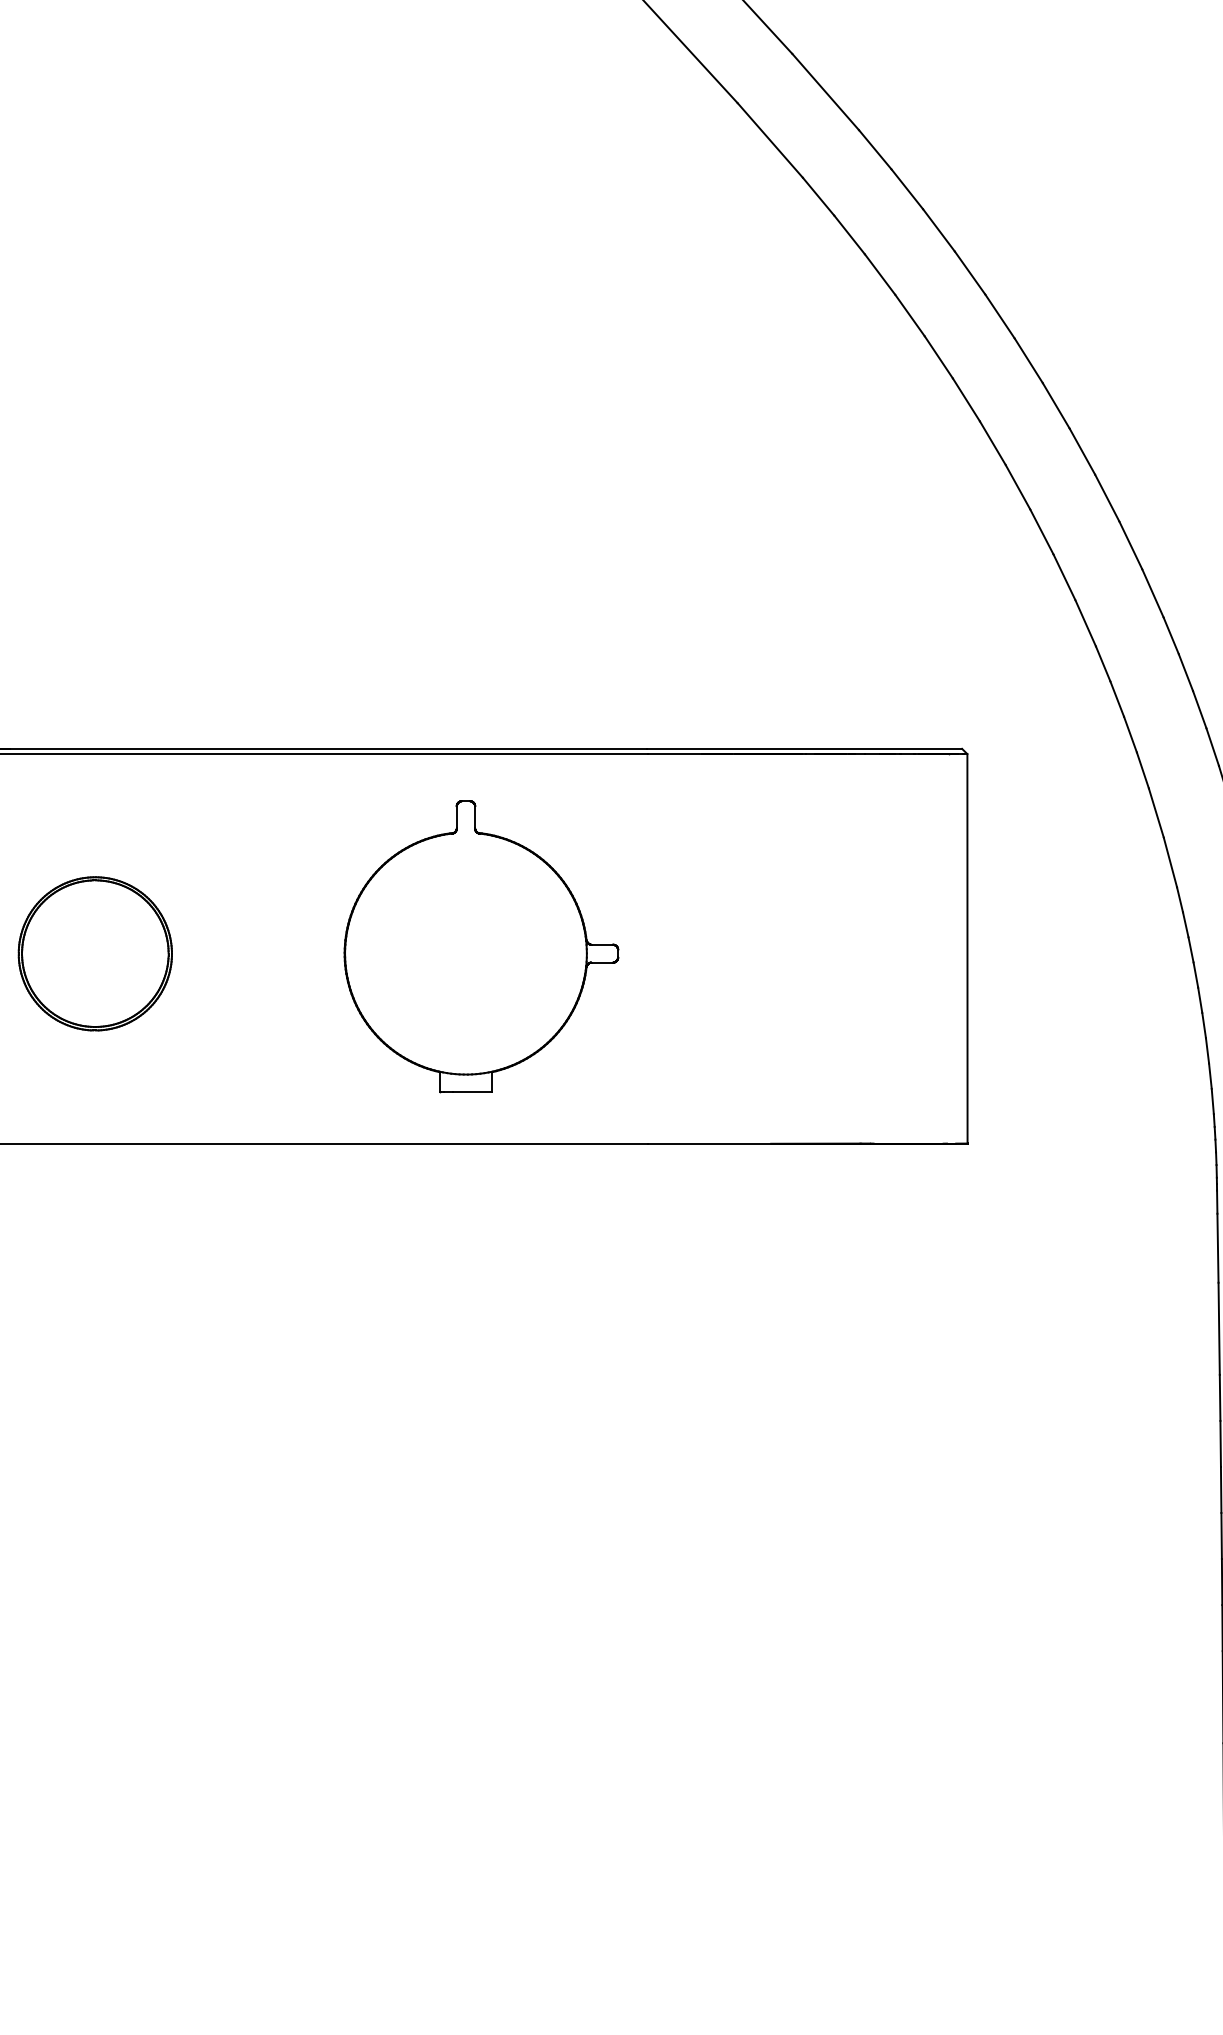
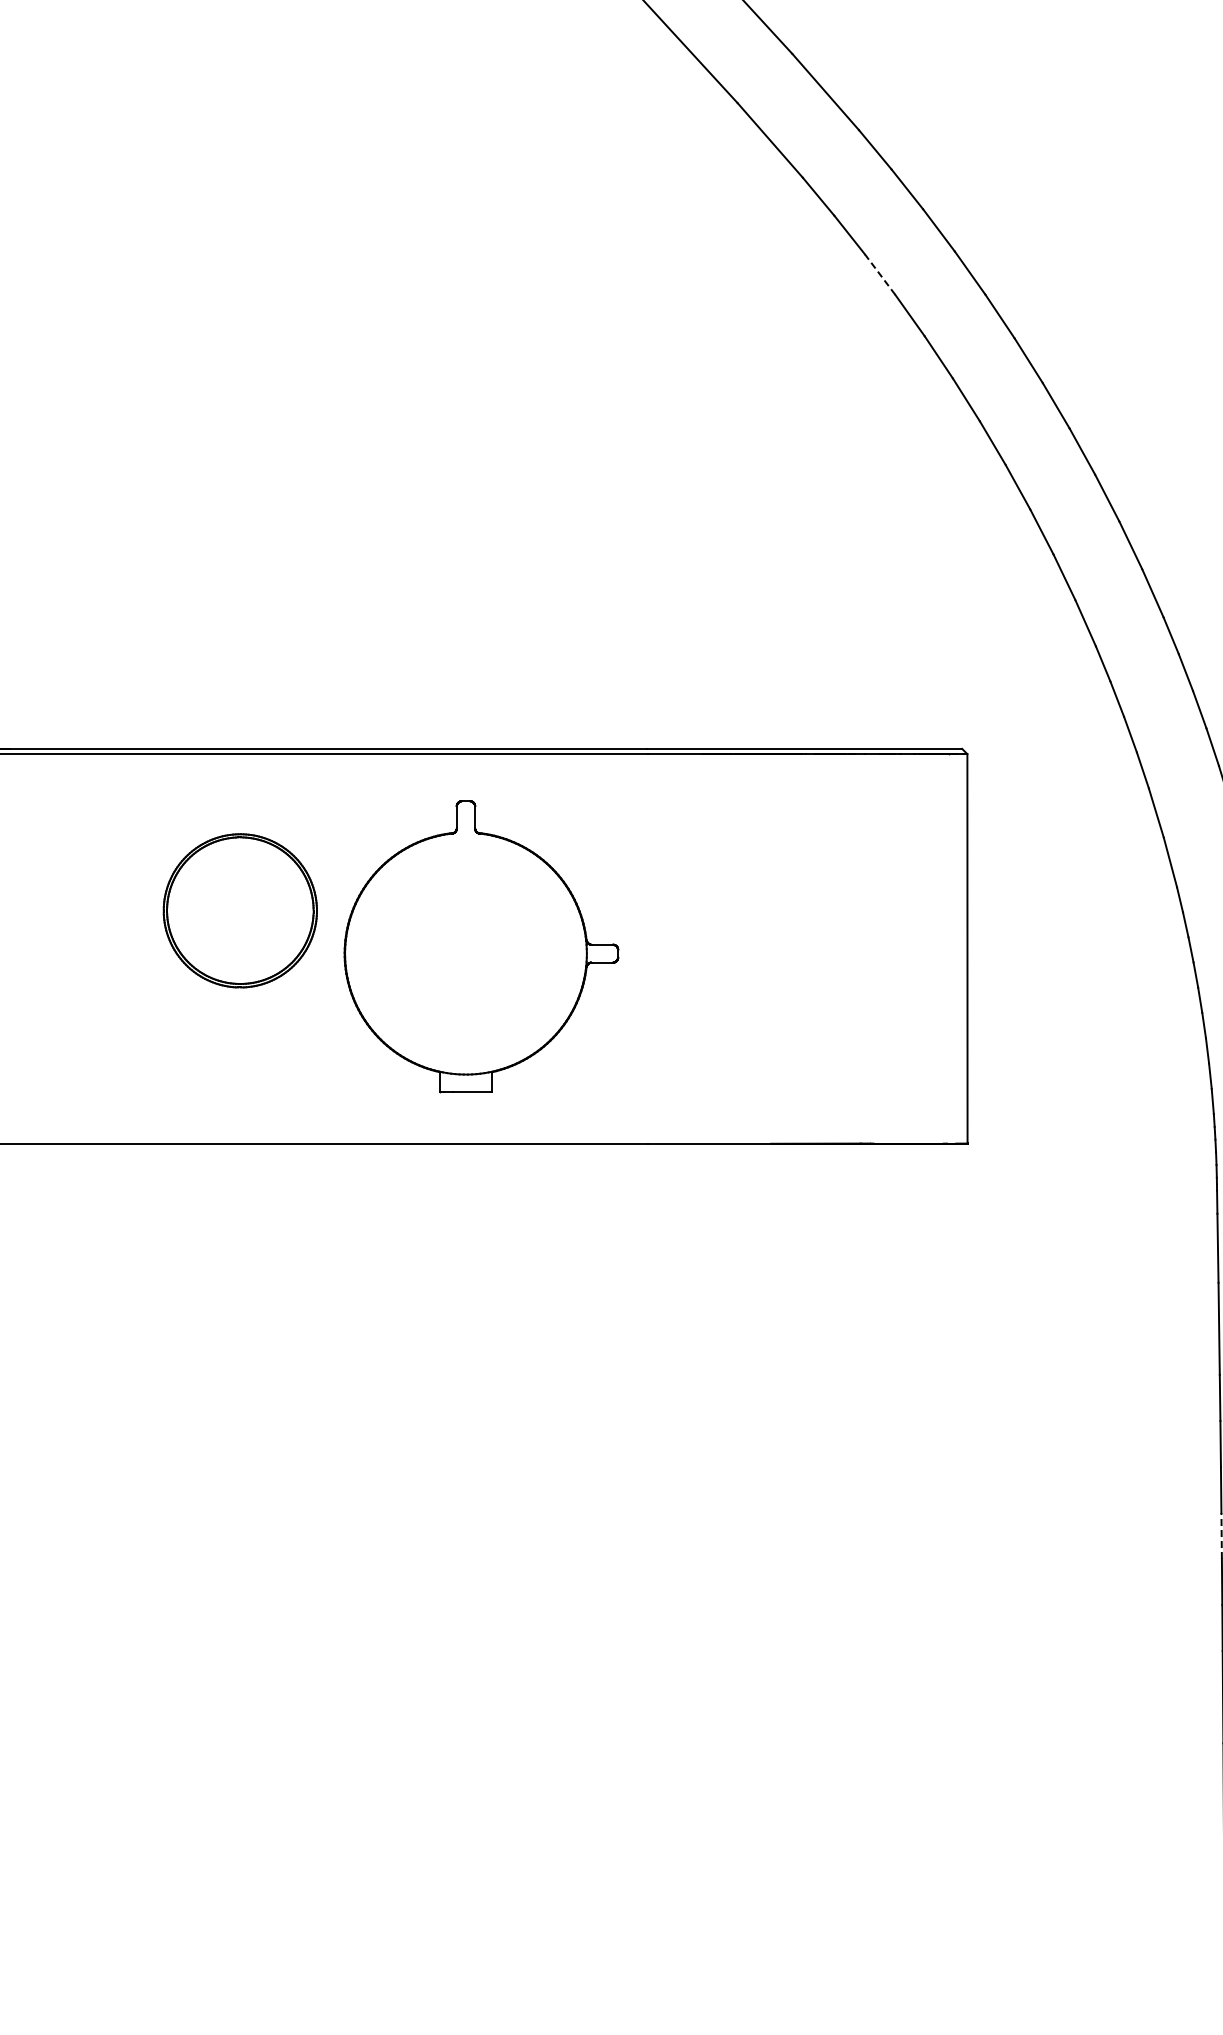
line at (879, 274): solid -> dashed
part at (94, 953) position: (94, 953) -> (239, 910)
line at (1221, 1535): solid -> dashed
